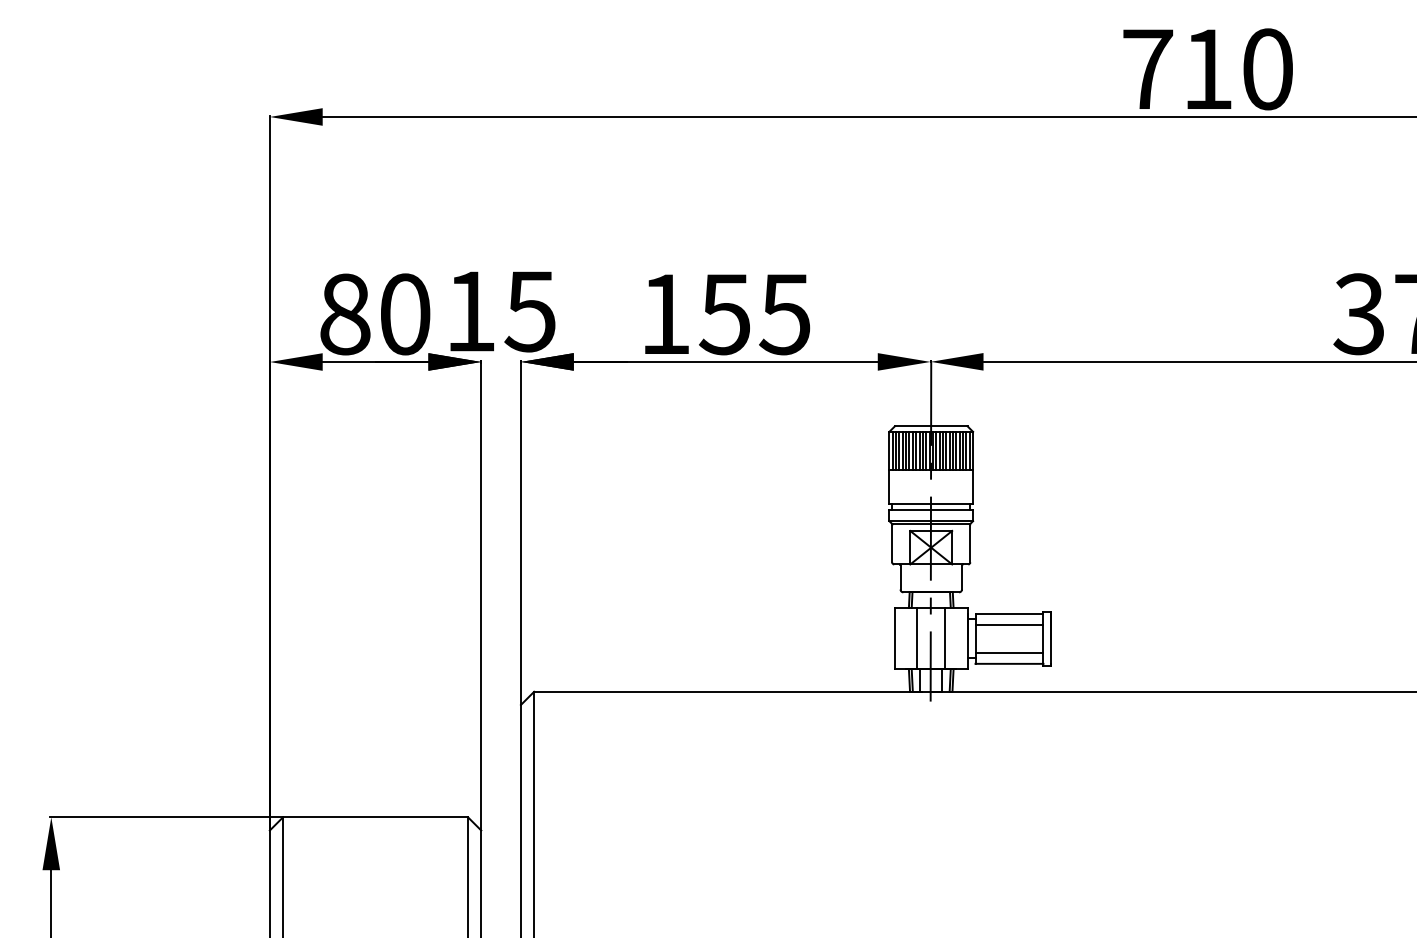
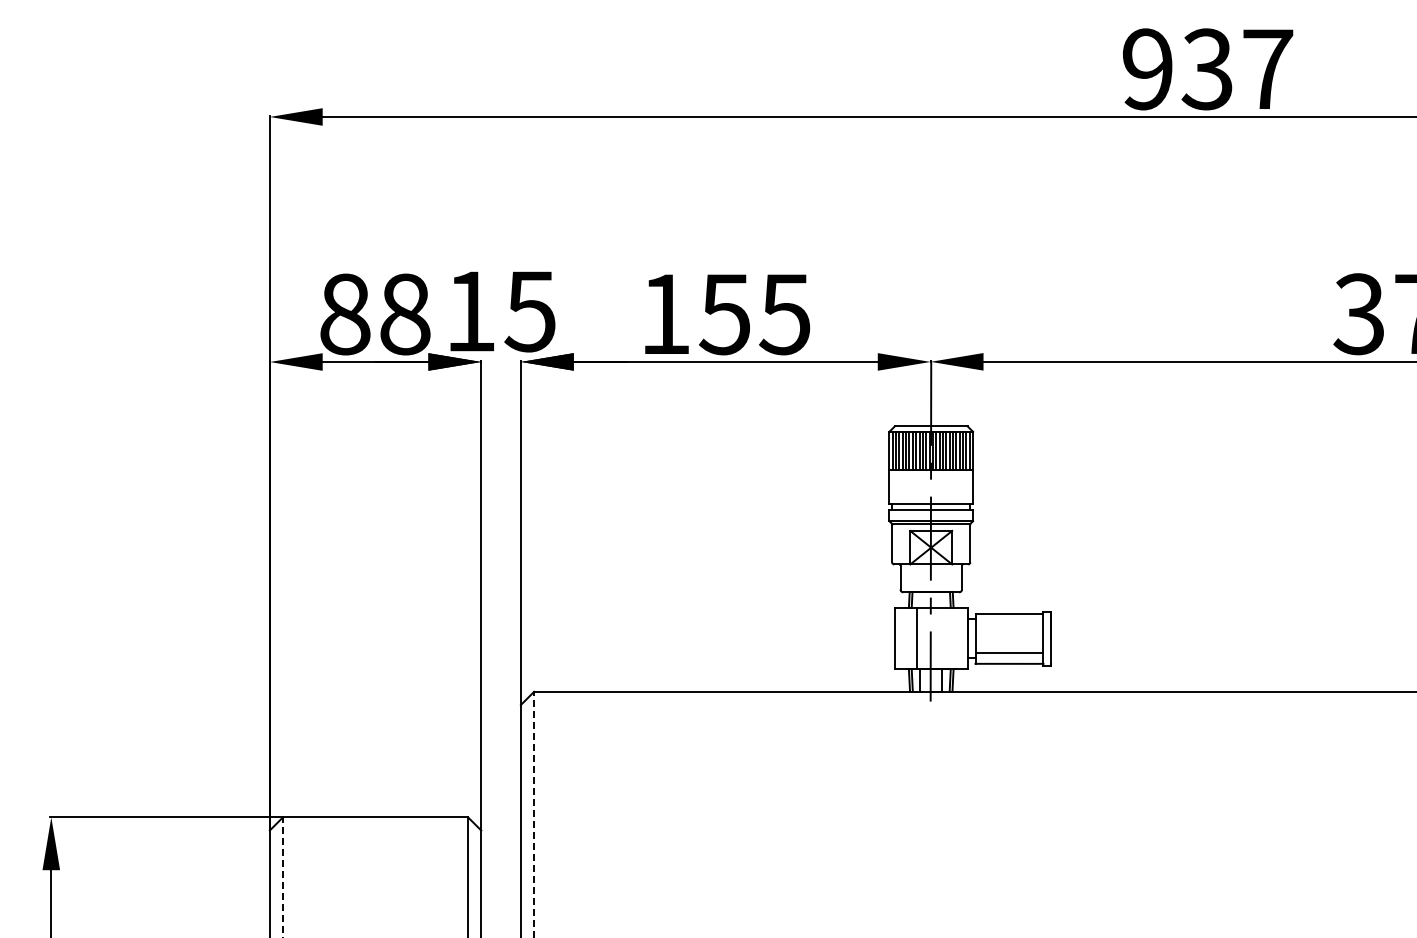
text at (1208, 69): 710 -> 937
text at (405, 314): 80 -> 88
line at (1009, 624): present -> none
line at (945, 638): present -> none
line at (534, 814): solid -> dashed
line at (283, 877): solid -> dashed
